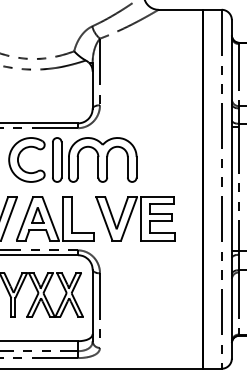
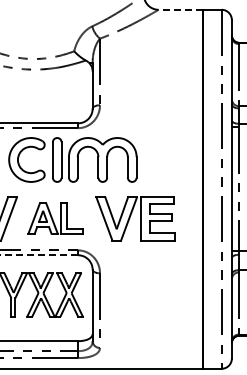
line at (180, 9): solid -> dashed
part at (55, 218) size: 79x46 px -> 57x33 px
line at (39, 255): solid -> dashed
